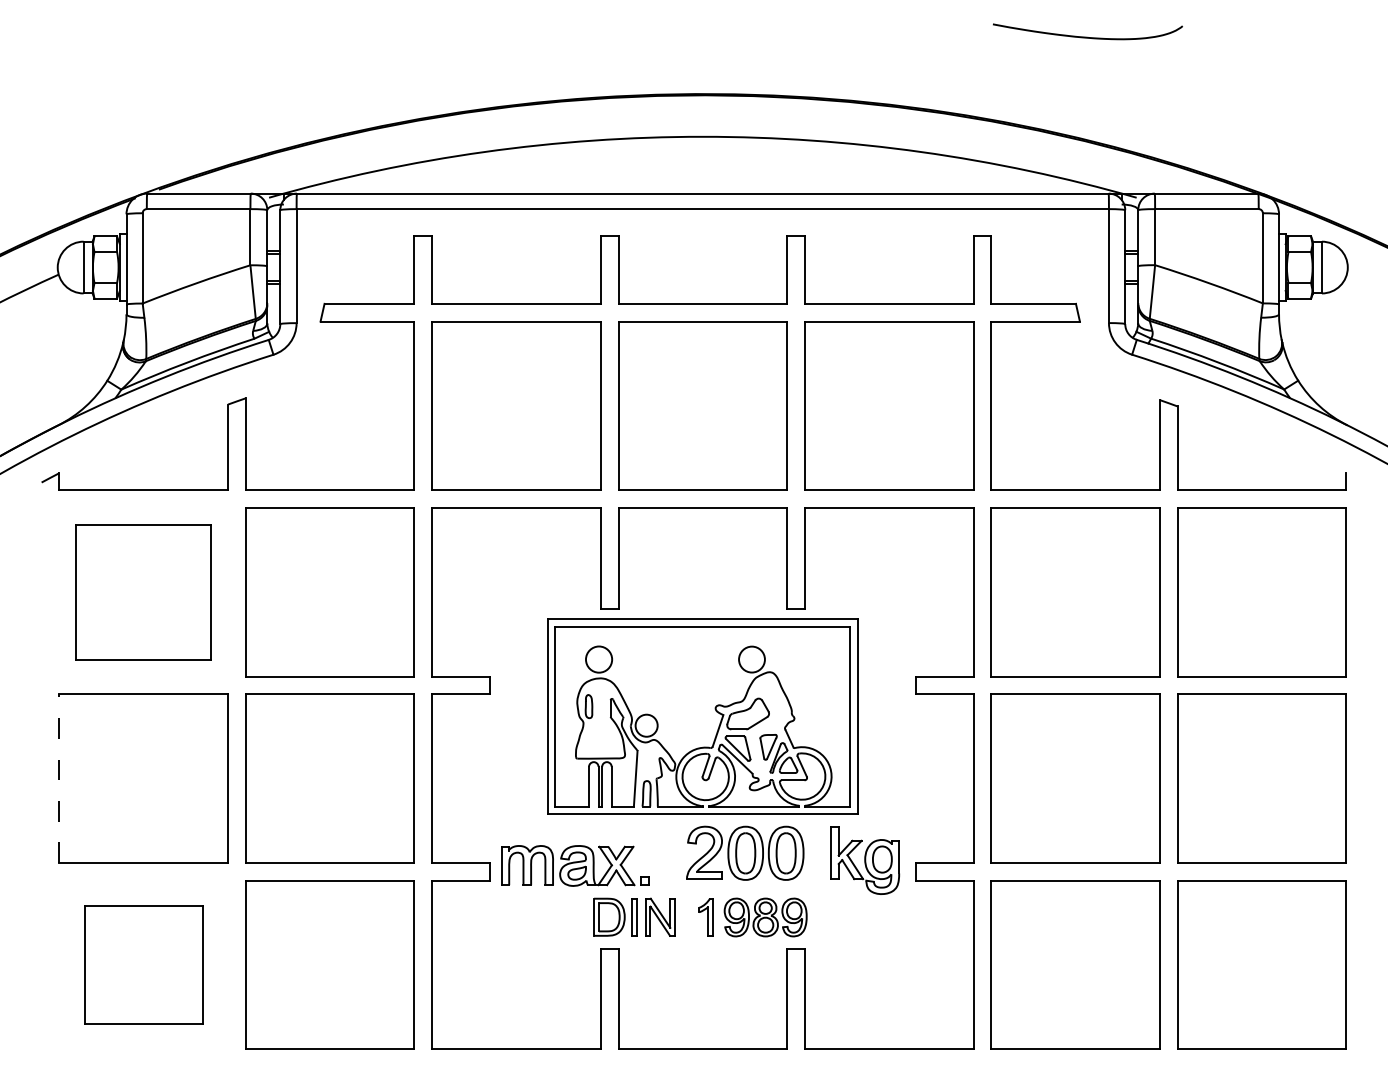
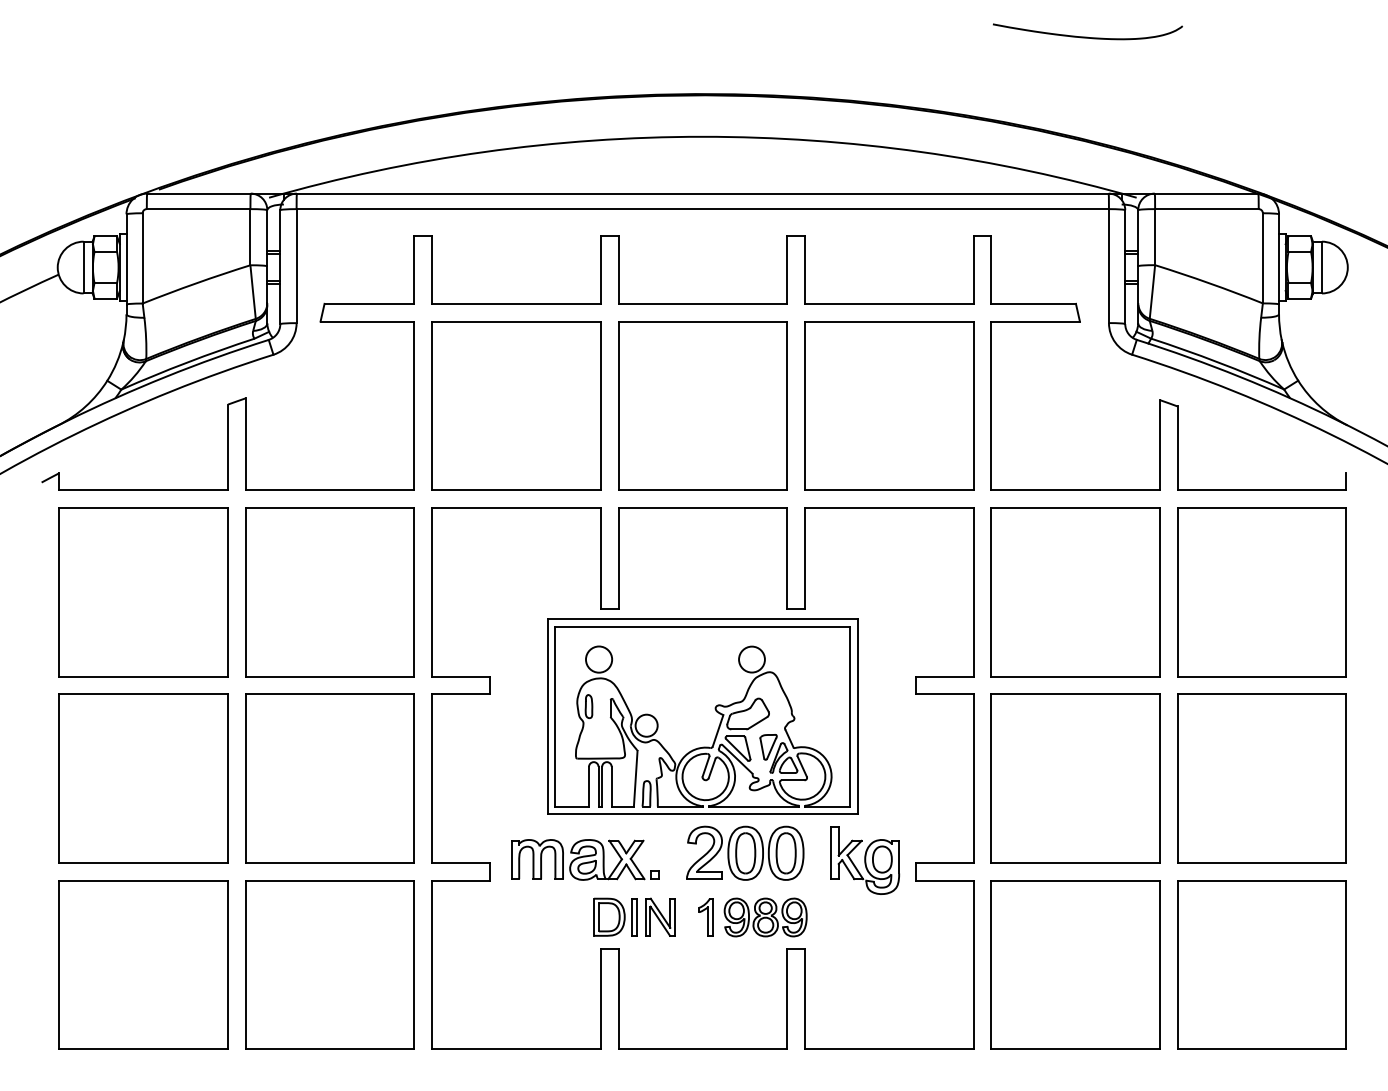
part at (143, 592) size: 137x137 px -> 171x171 px
line at (59, 778): dashed -> solid
part at (575, 865) position: (575, 865) -> (585, 859)
part at (143, 964) size: 120x120 px -> 171x170 px
